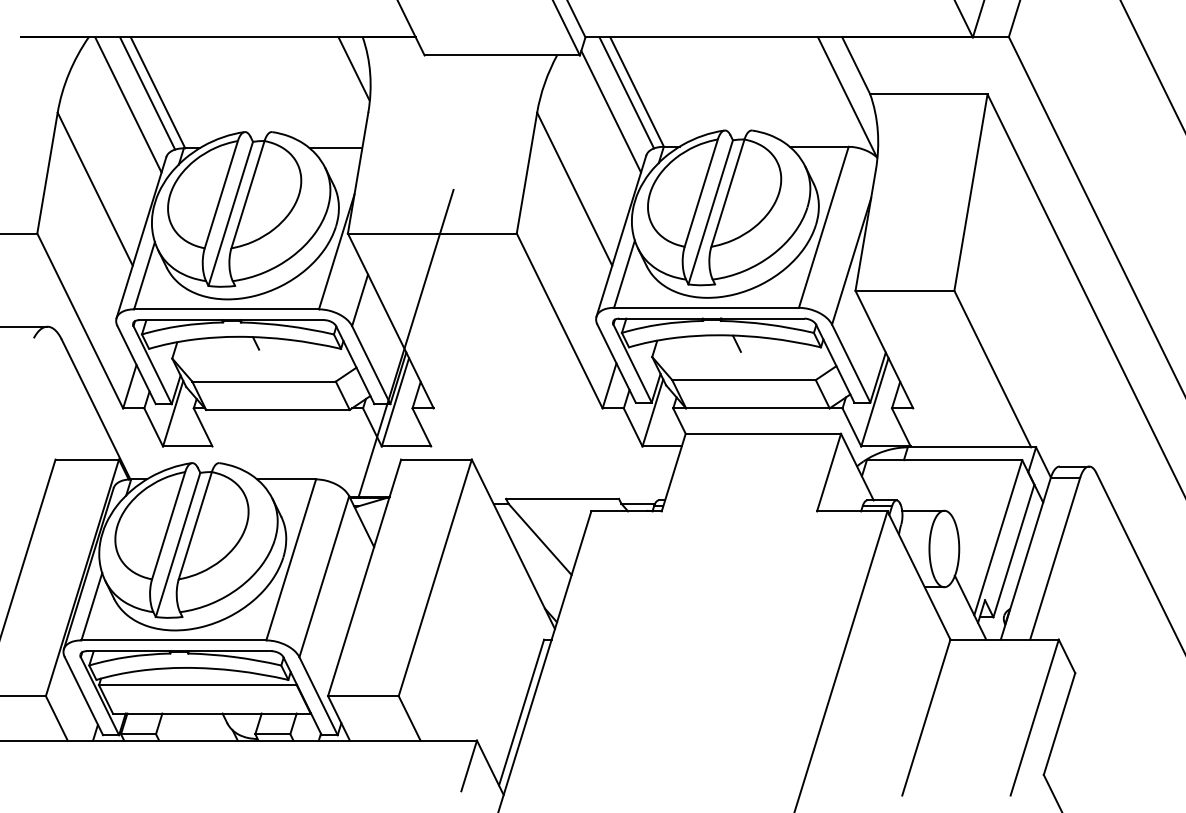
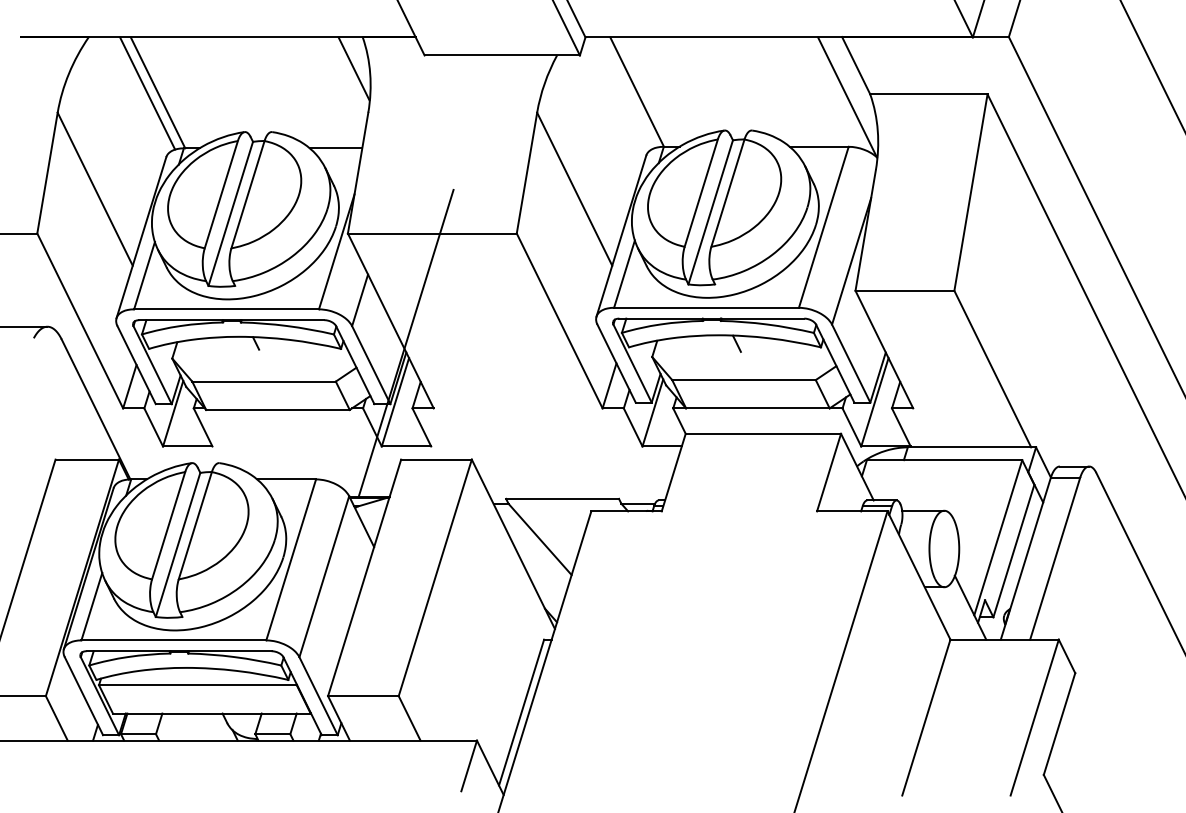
line at (626, 92): present -> none
line at (128, 104): present -> none
line at (611, 111): present -> none
